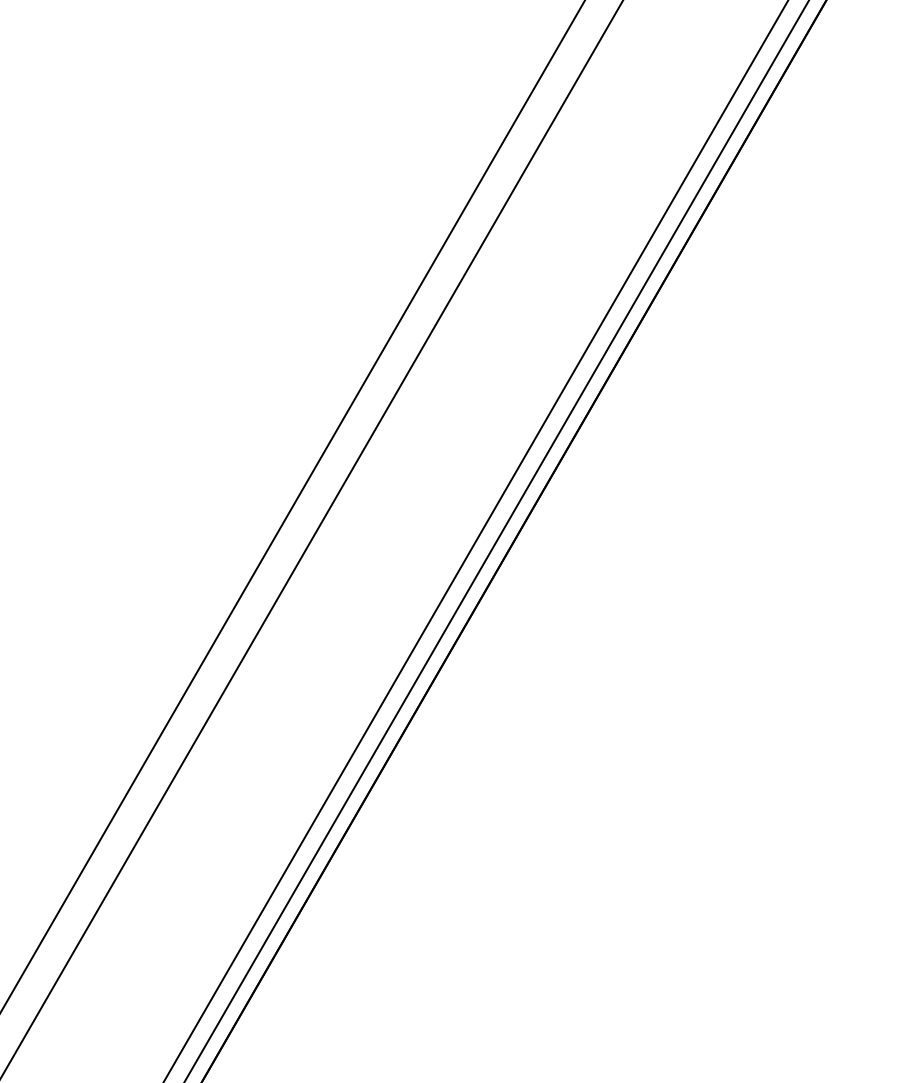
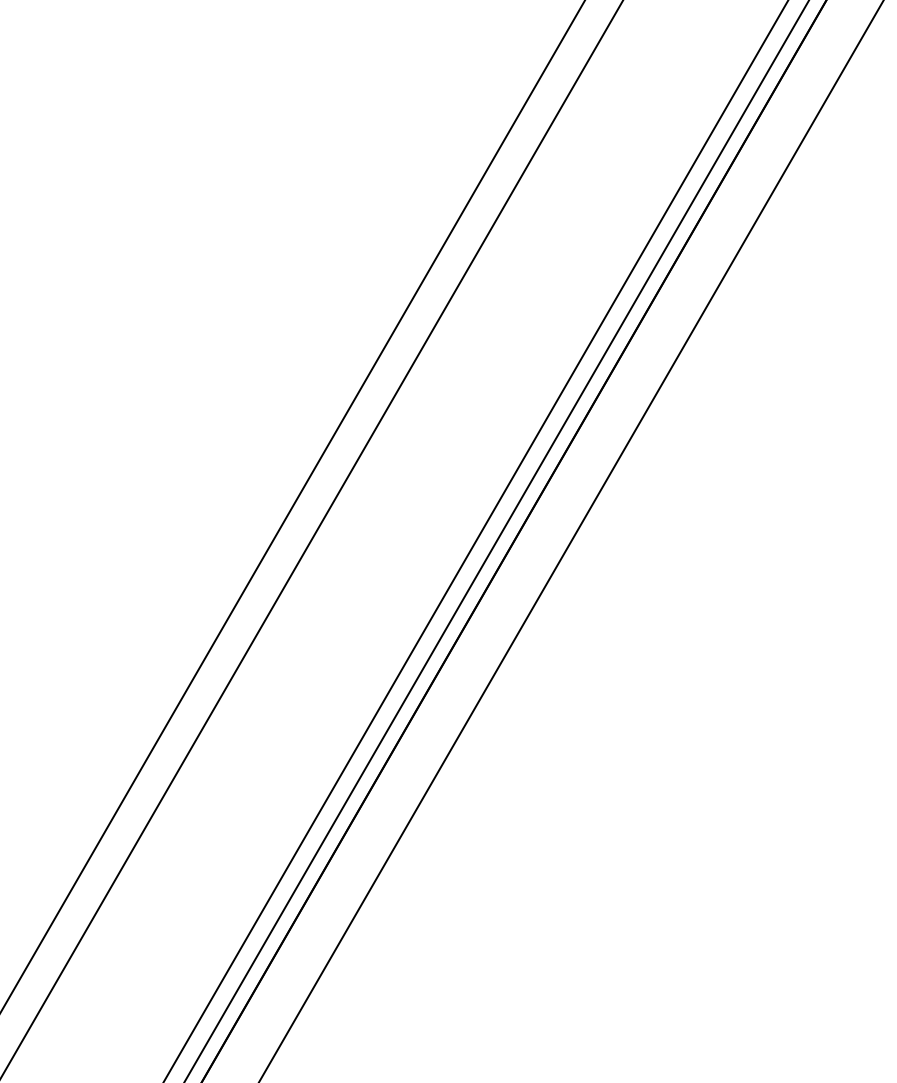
line at (571, 540): none -> present
